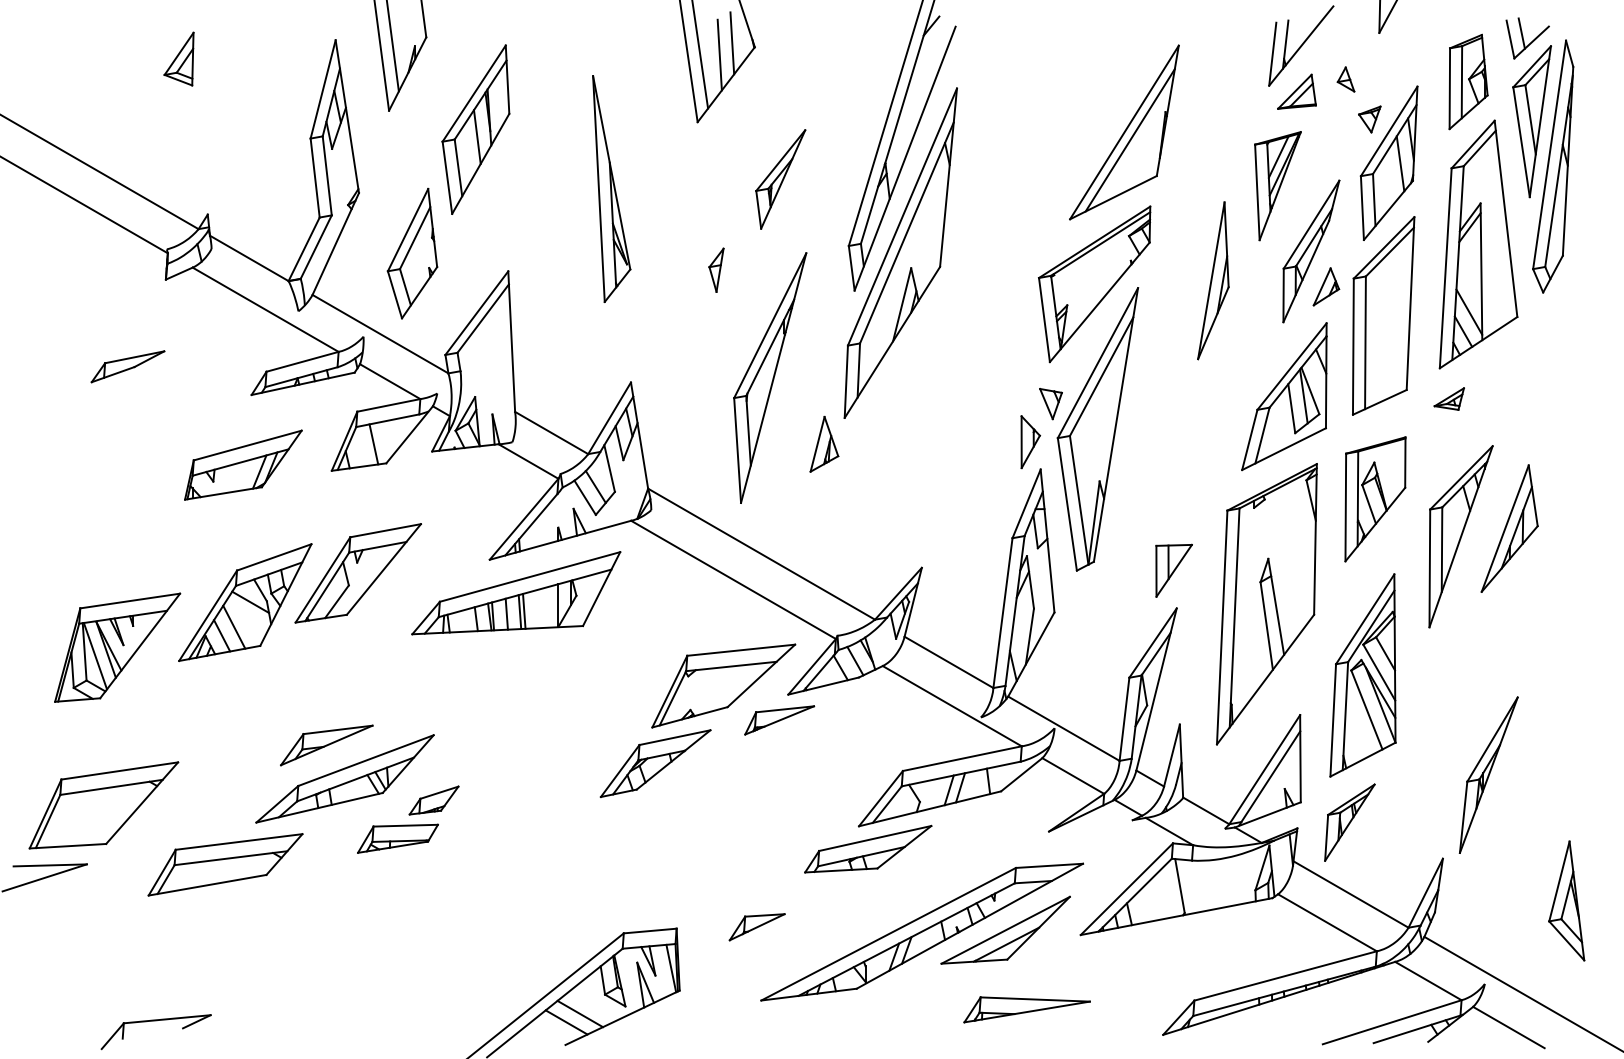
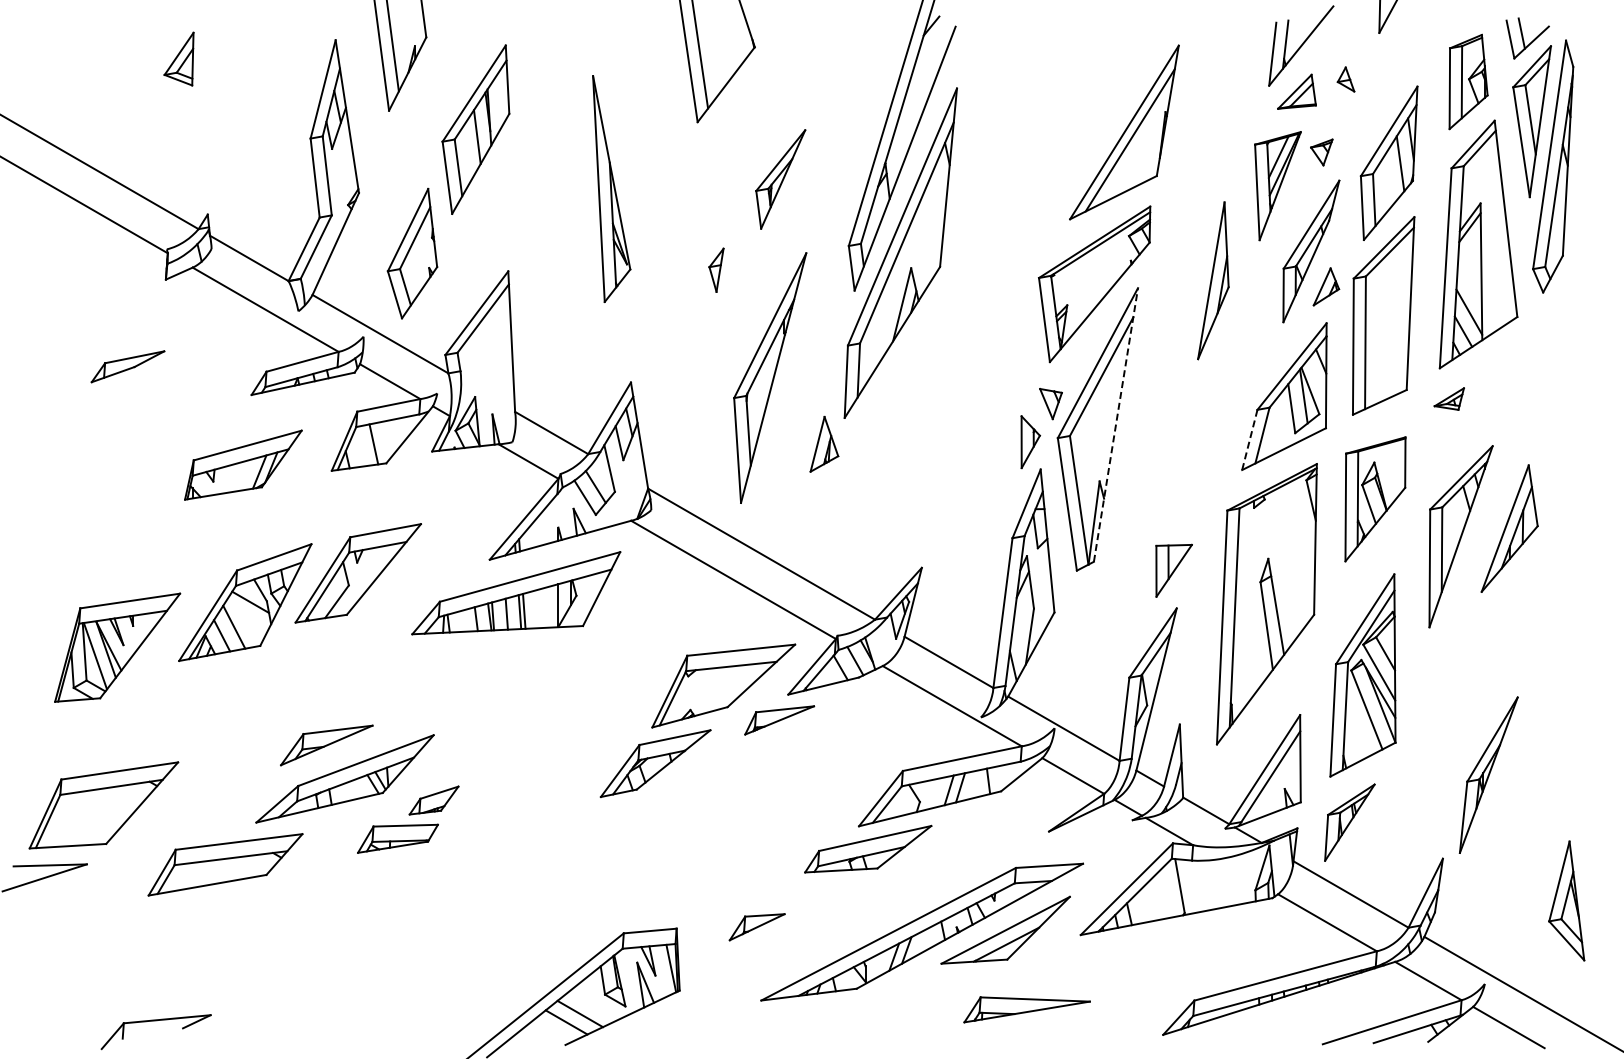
line at (732, 43): present -> none
line at (719, 54): present -> none
part at (1369, 119) position: (1369, 119) -> (1321, 152)
line at (1115, 424): solid -> dashed
line at (1249, 440): solid -> dashed
